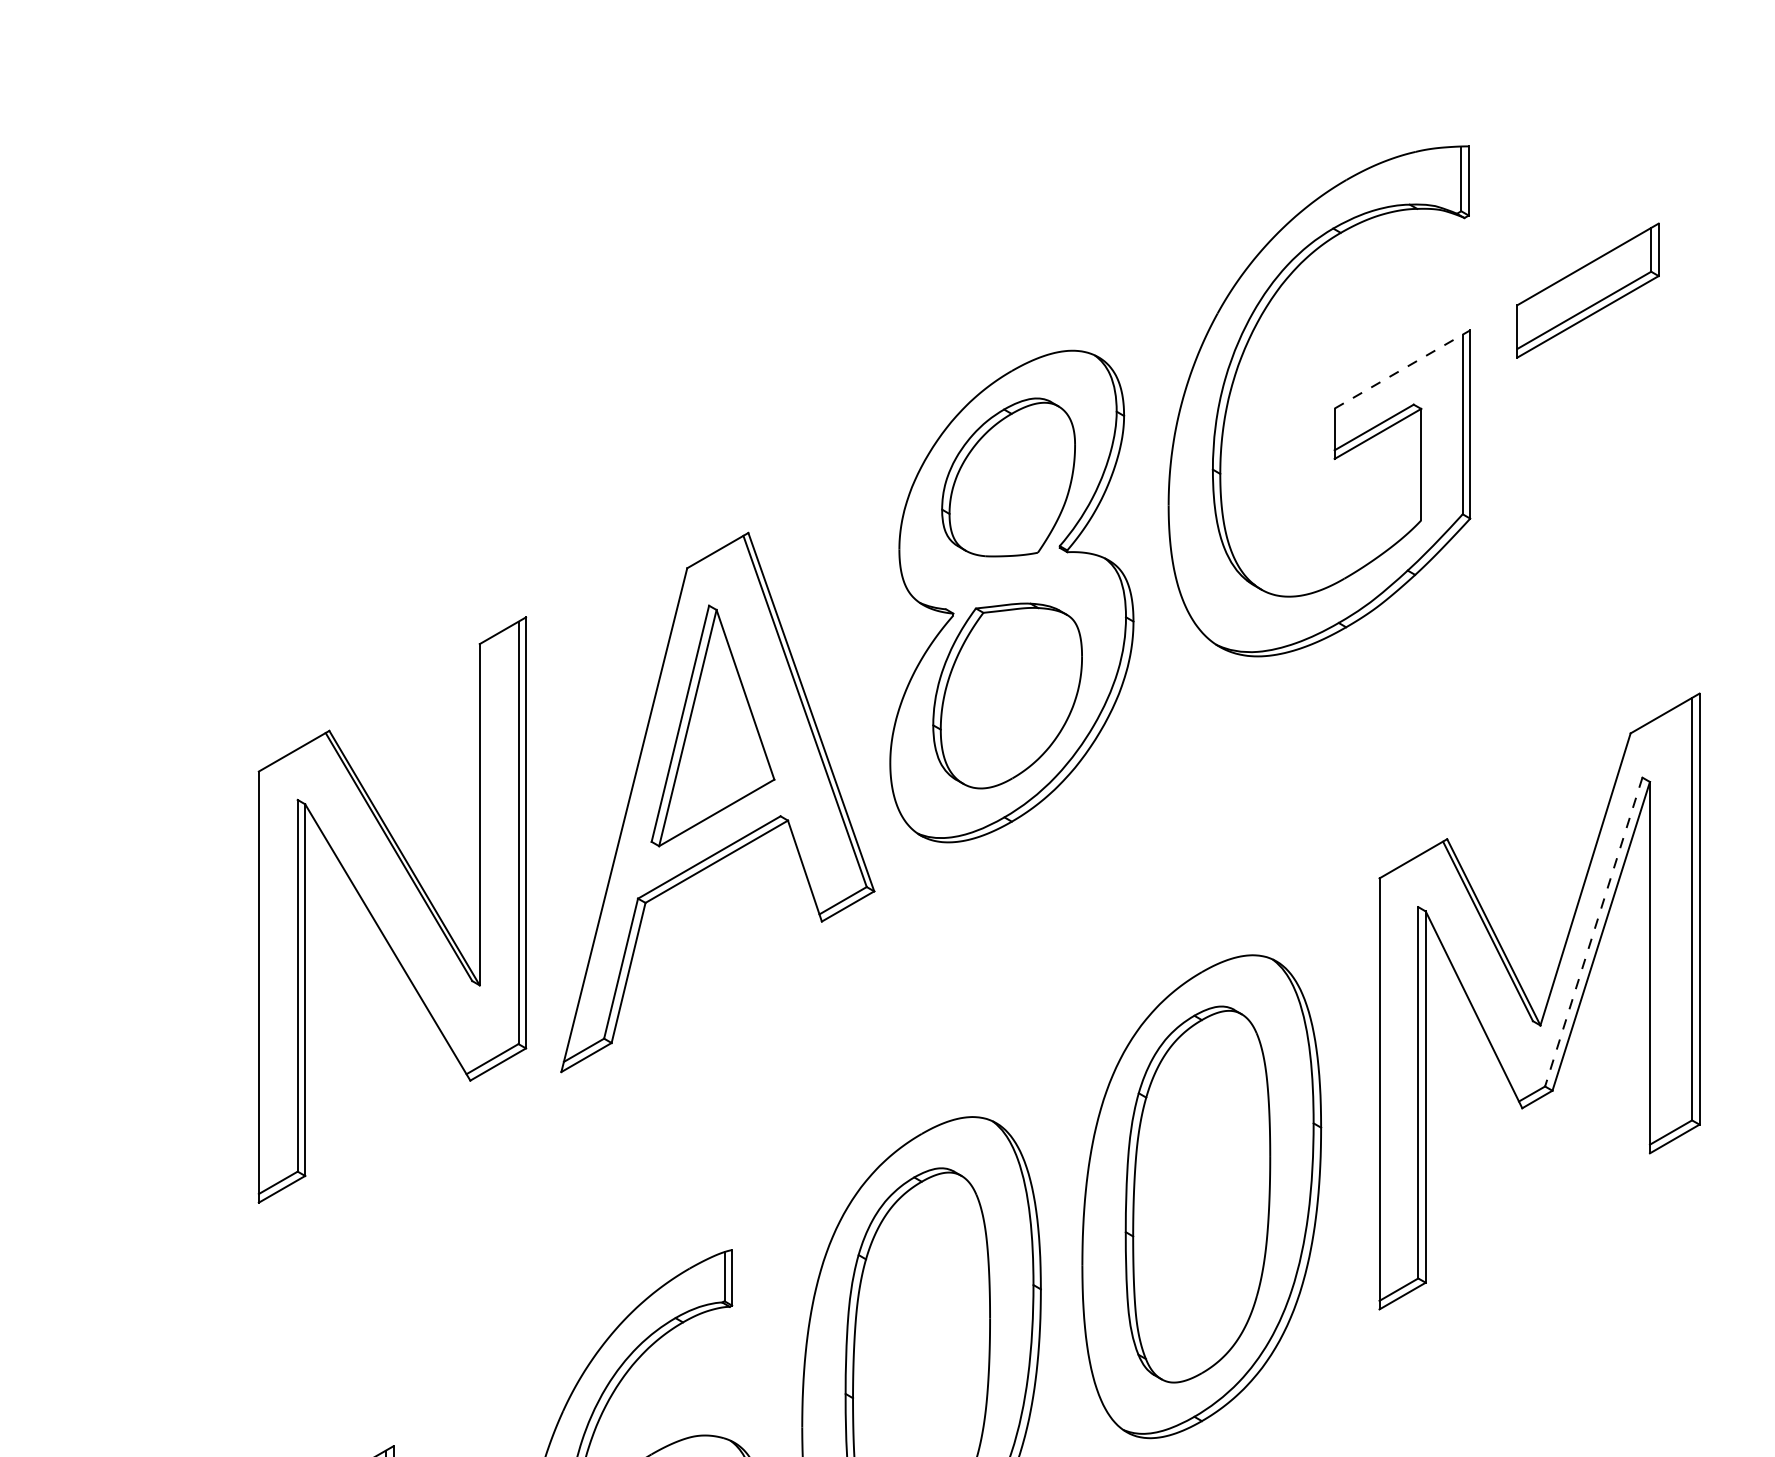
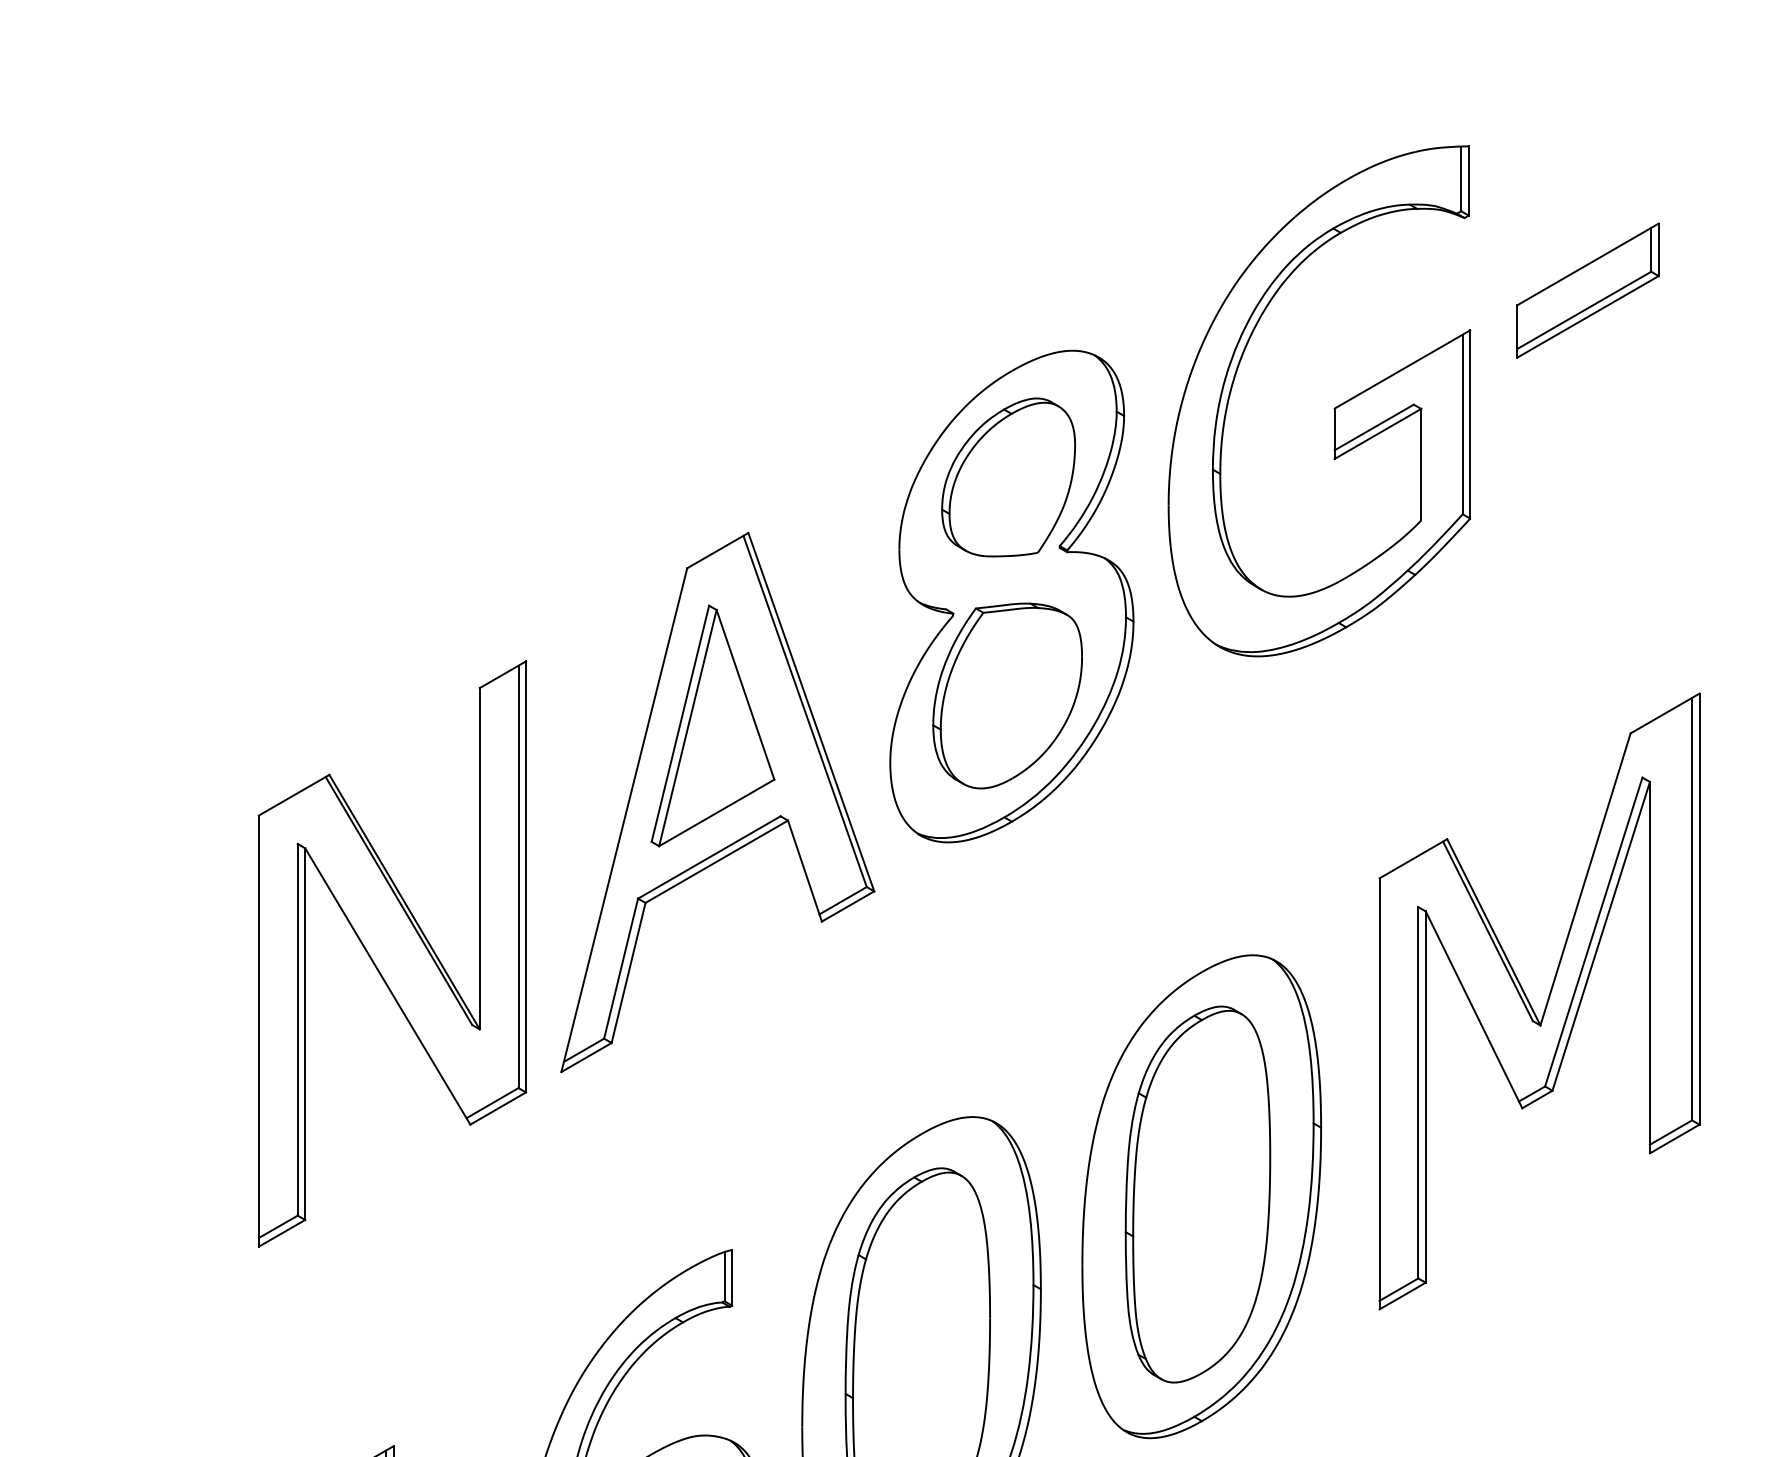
line at (1402, 369): dashed -> solid
part at (392, 909) position: (392, 909) -> (392, 953)
line at (1593, 932): dashed -> solid
